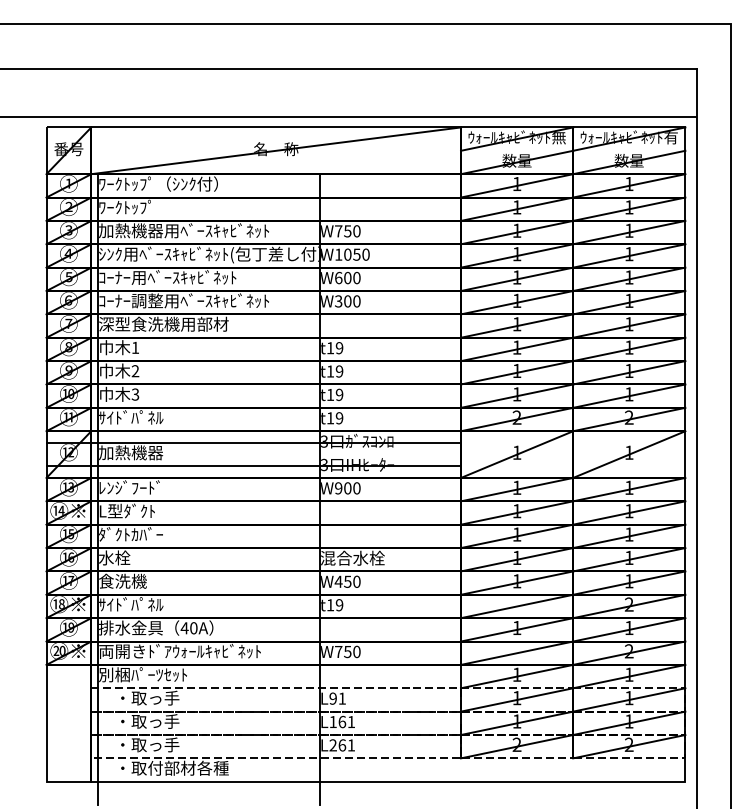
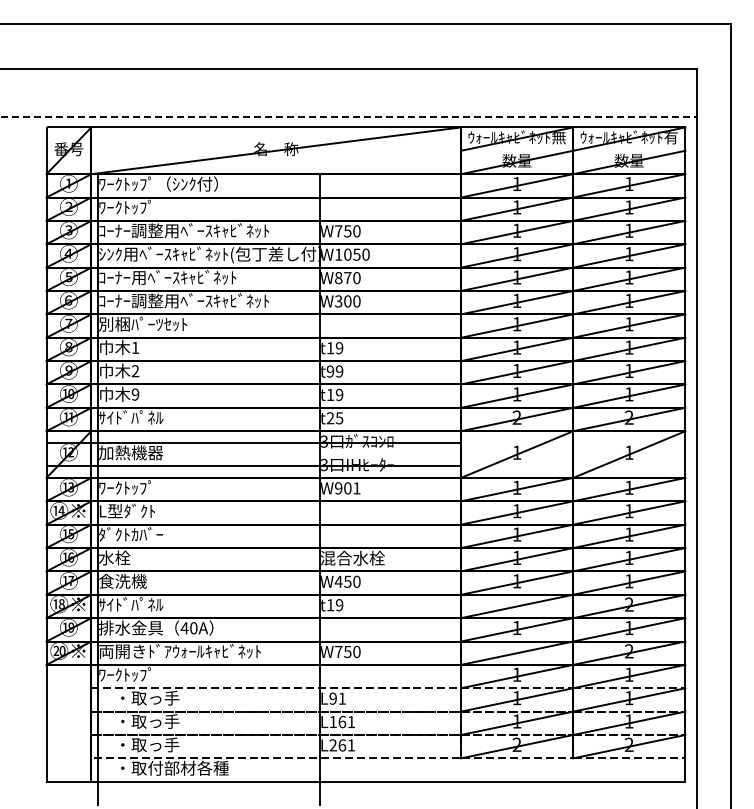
line at (349, 116): solid -> dashed
text at (131, 230): 加熱機器用ﾍﾞｰｽｷｬﾋﾞﾈｯﾄ -> ｺｰﾅｰ調整用ﾍﾞｰｽｷｬﾋﾞﾈｯﾄ
text at (343, 277): W600 -> W870
text at (163, 323): 深型食洗機用部材 -> 別梱ﾊﾟｰﾂｾｯﾄ
text at (330, 371): t19 -> t99
text at (135, 394): 3 -> 9
text at (334, 418): t19 -> t25
text at (129, 487): ﾚﾝｼﾞﾌｰﾄﾞ -> ﾜｰｸﾄｯﾌﾟ
text at (356, 488): W900 -> W901
text at (142, 674): 別梱ﾊﾟｰﾂｾｯﾄ -> ﾜｰｸﾄｯﾌﾟ
